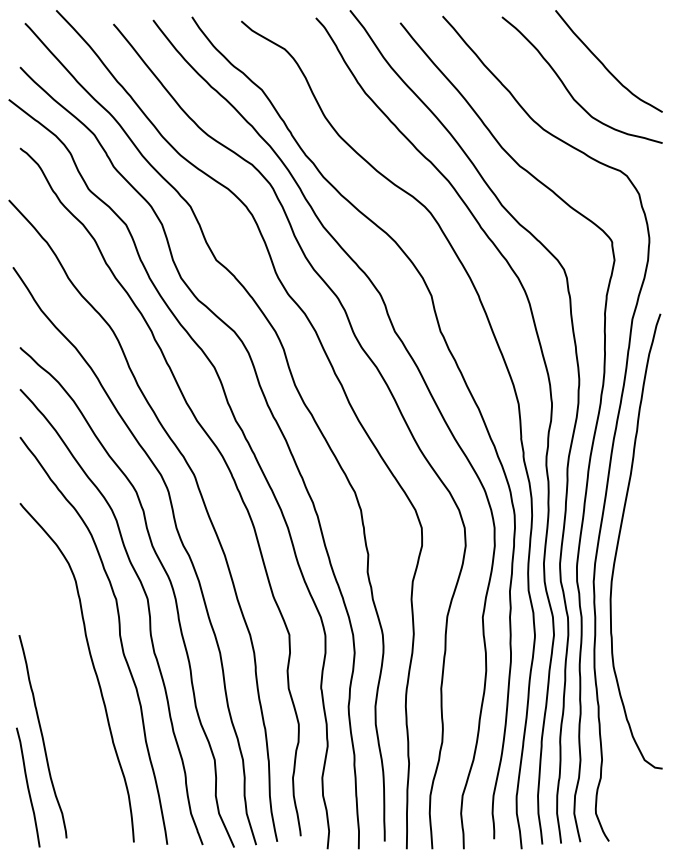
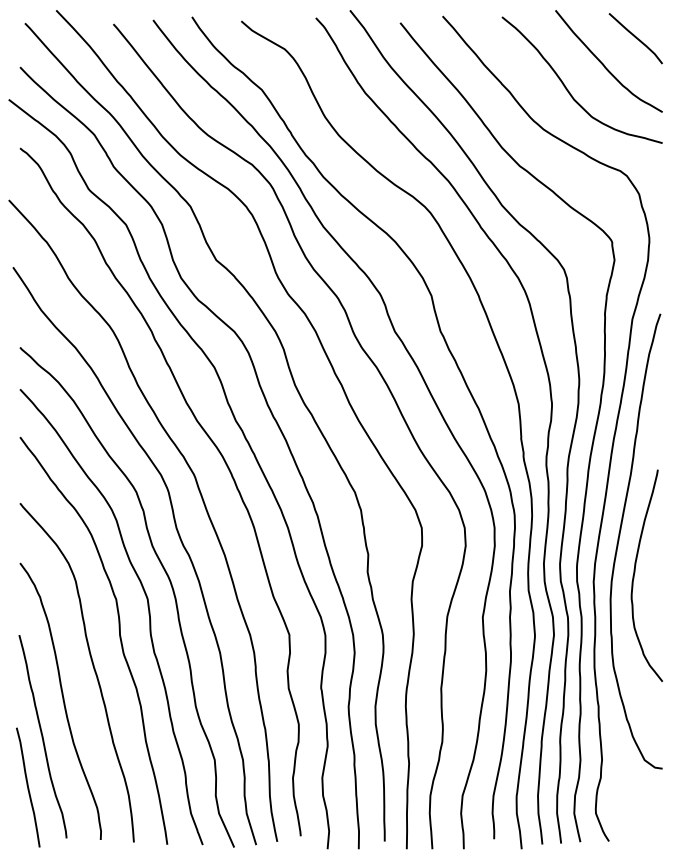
line at (635, 38): none -> present
curve at (635, 573): none -> present
curve at (62, 700): none -> present
